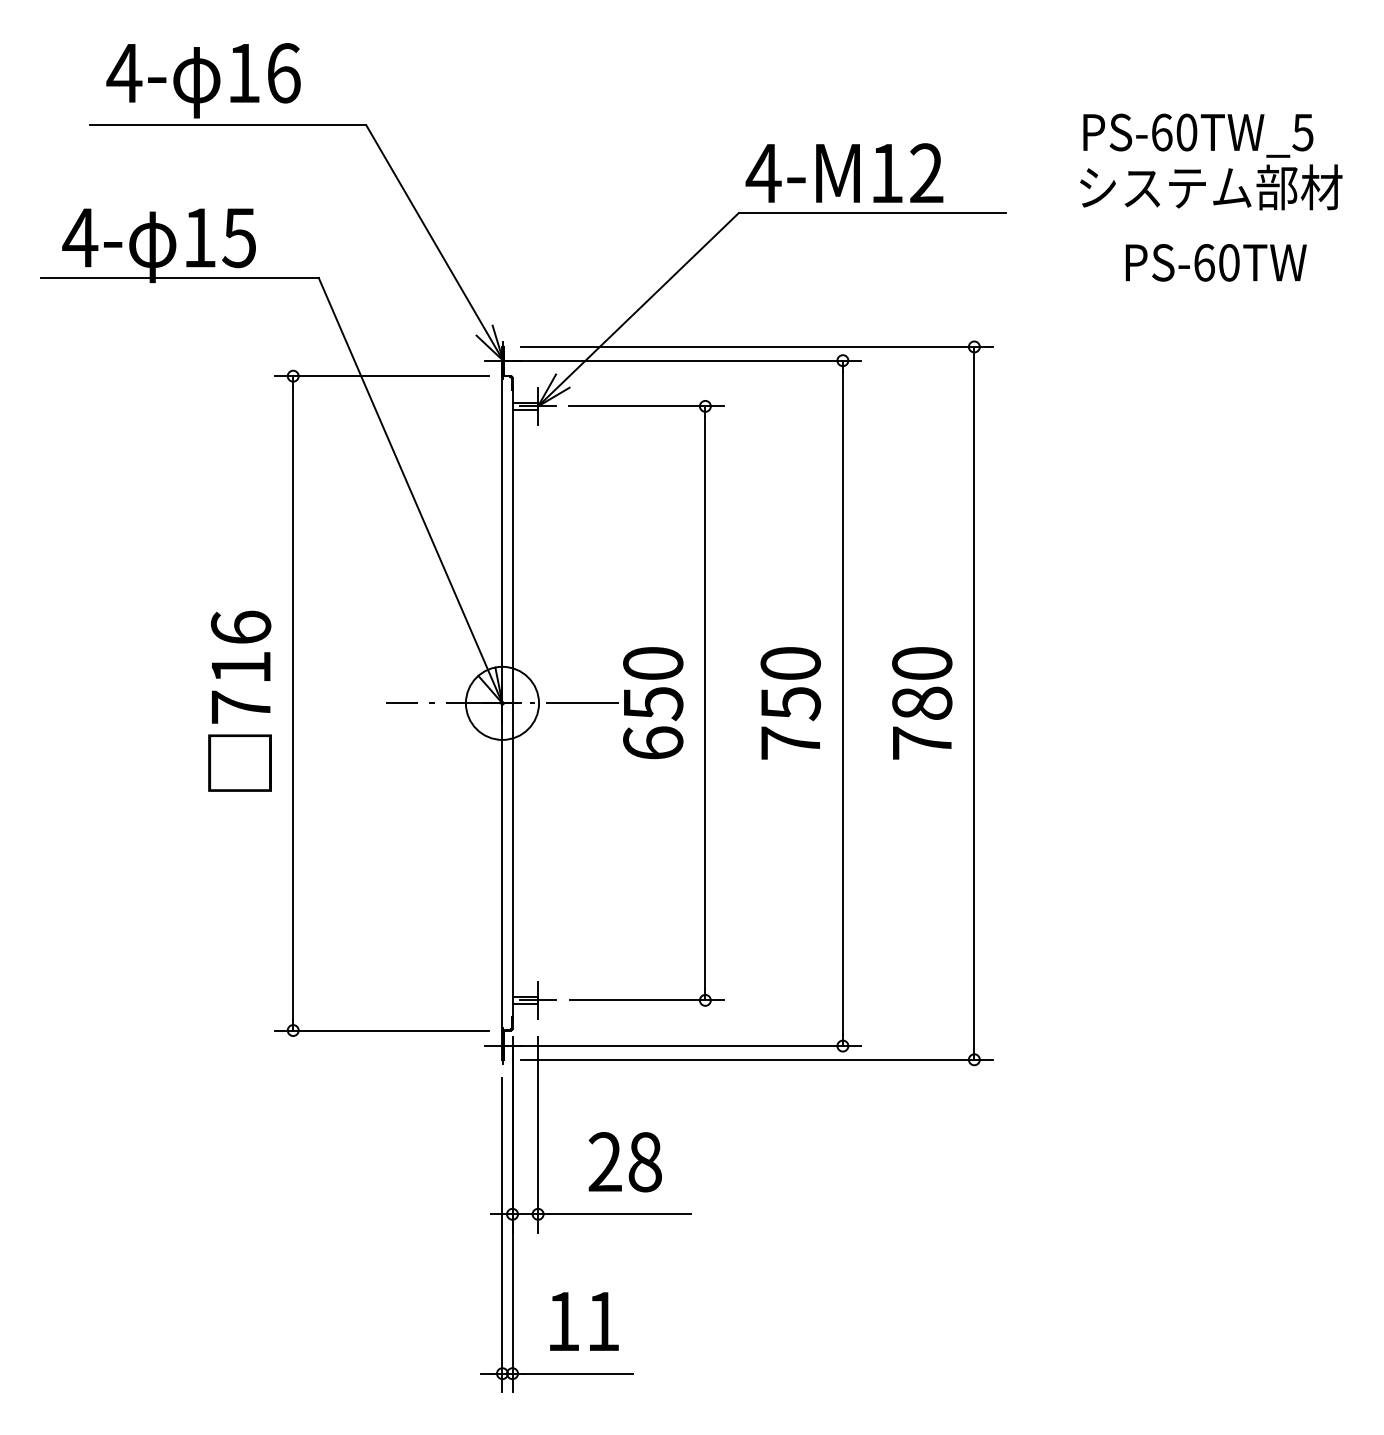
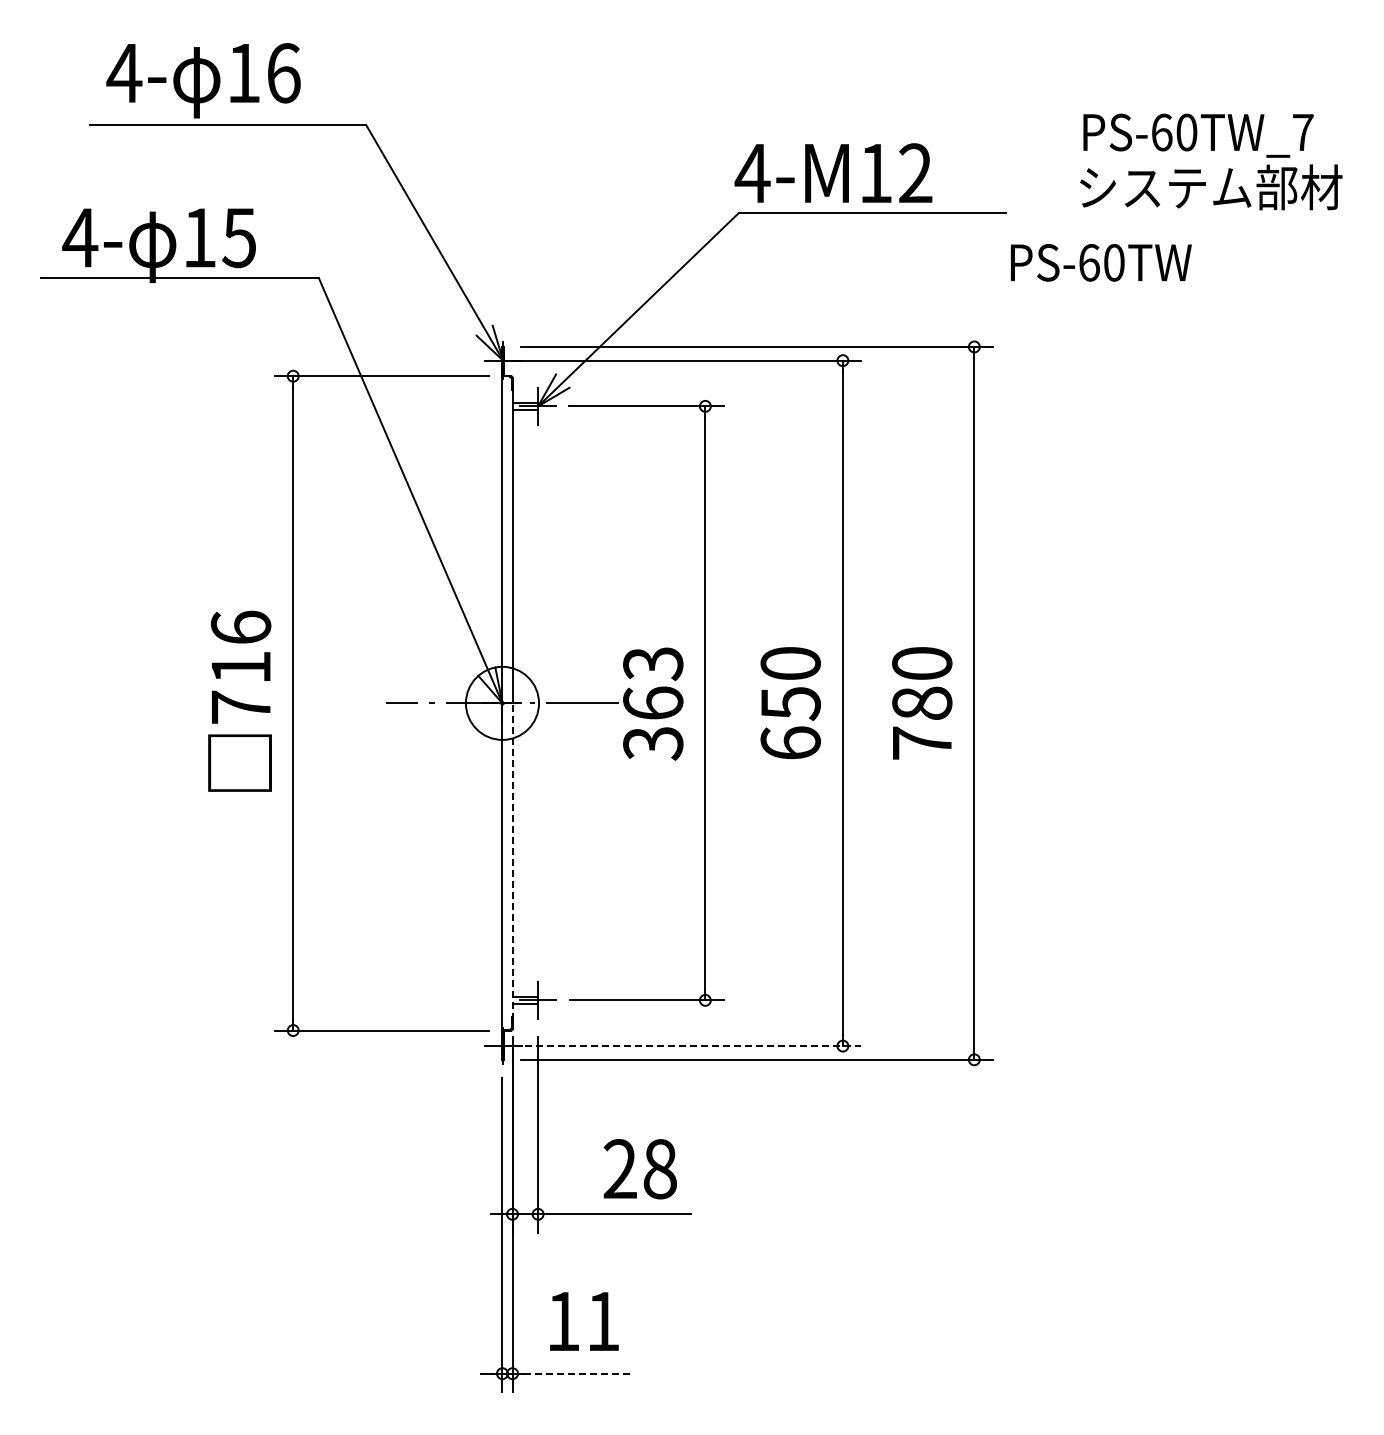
text at (1302, 132): PS-60TW_5 -> PS-60TW_7
text at (844, 172) position: (844, 172) -> (833, 172)
text at (1216, 262) position: (1216, 262) -> (1101, 262)
text at (653, 703): 650 -> 363
text at (790, 742): 750 -> 650
line at (512, 861): solid -> dashed
line at (682, 1046): solid -> dashed
text at (624, 1162) position: (624, 1162) -> (639, 1169)
line at (578, 1373): solid -> dashed
